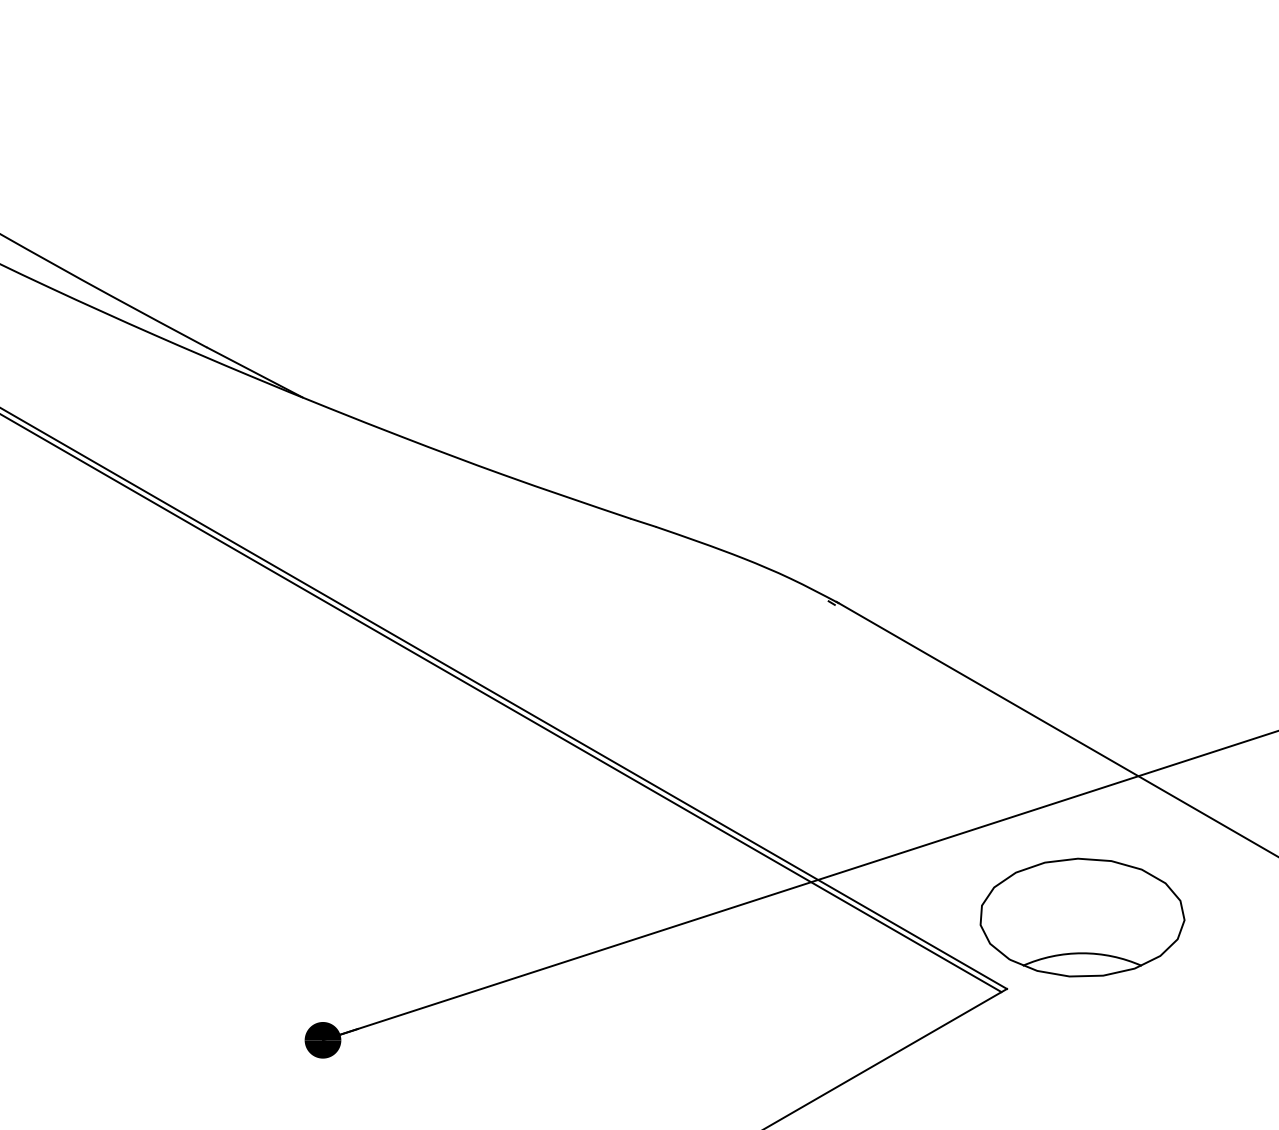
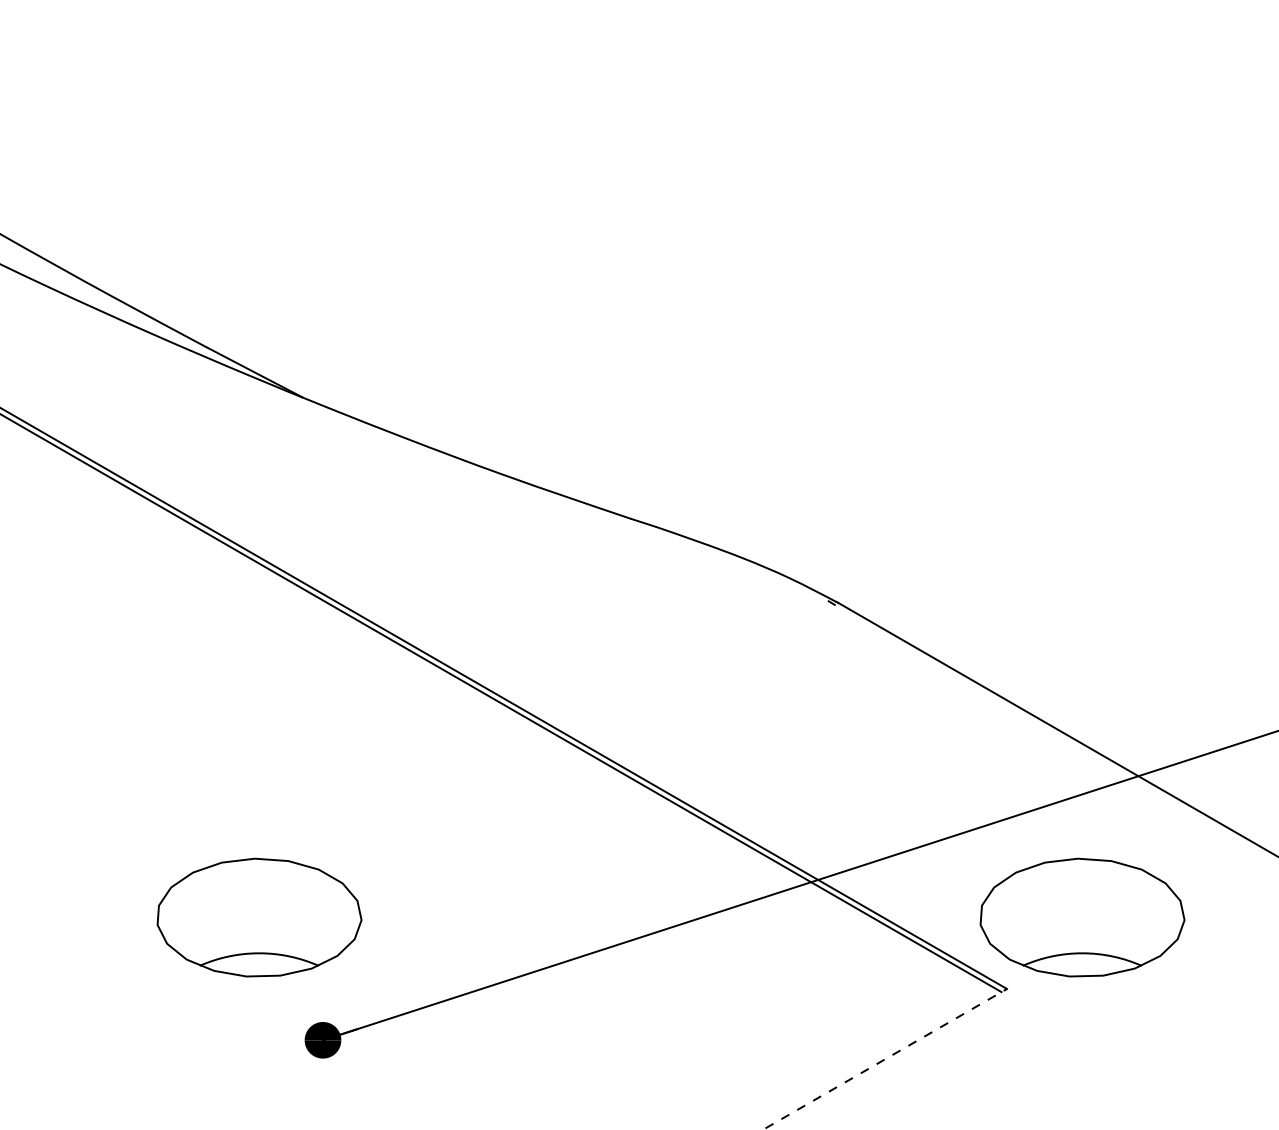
part at (259, 917): none -> present
line at (884, 1059): solid -> dashed
